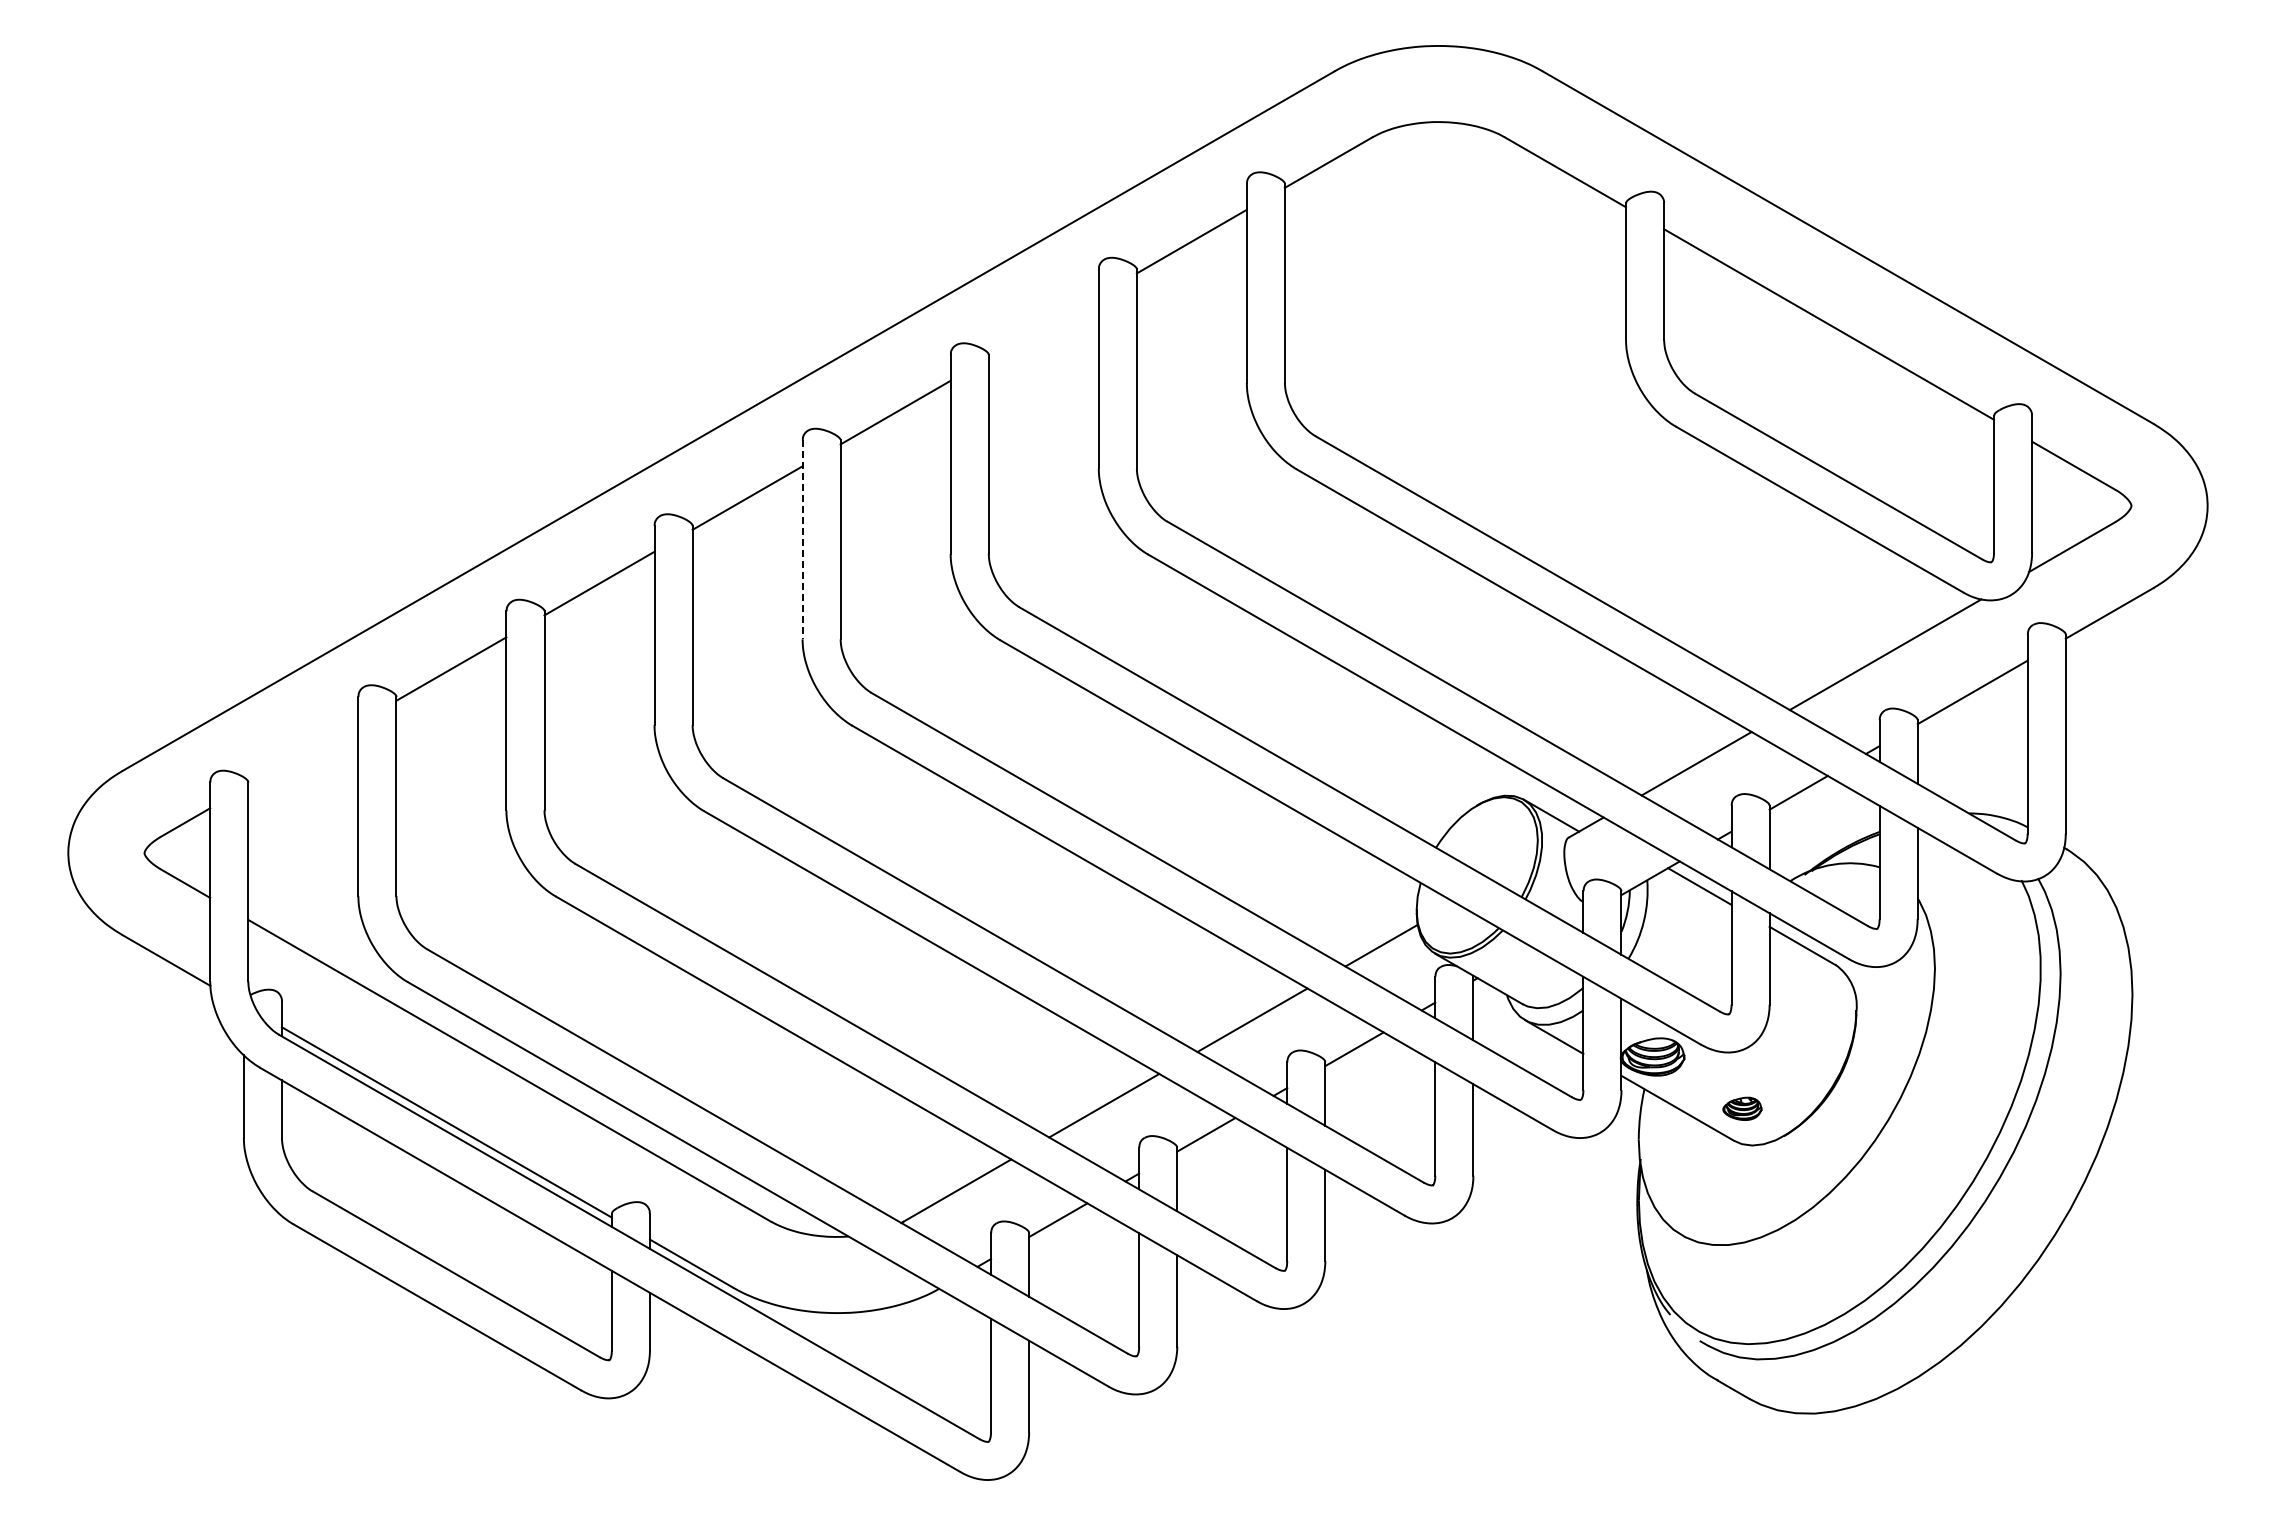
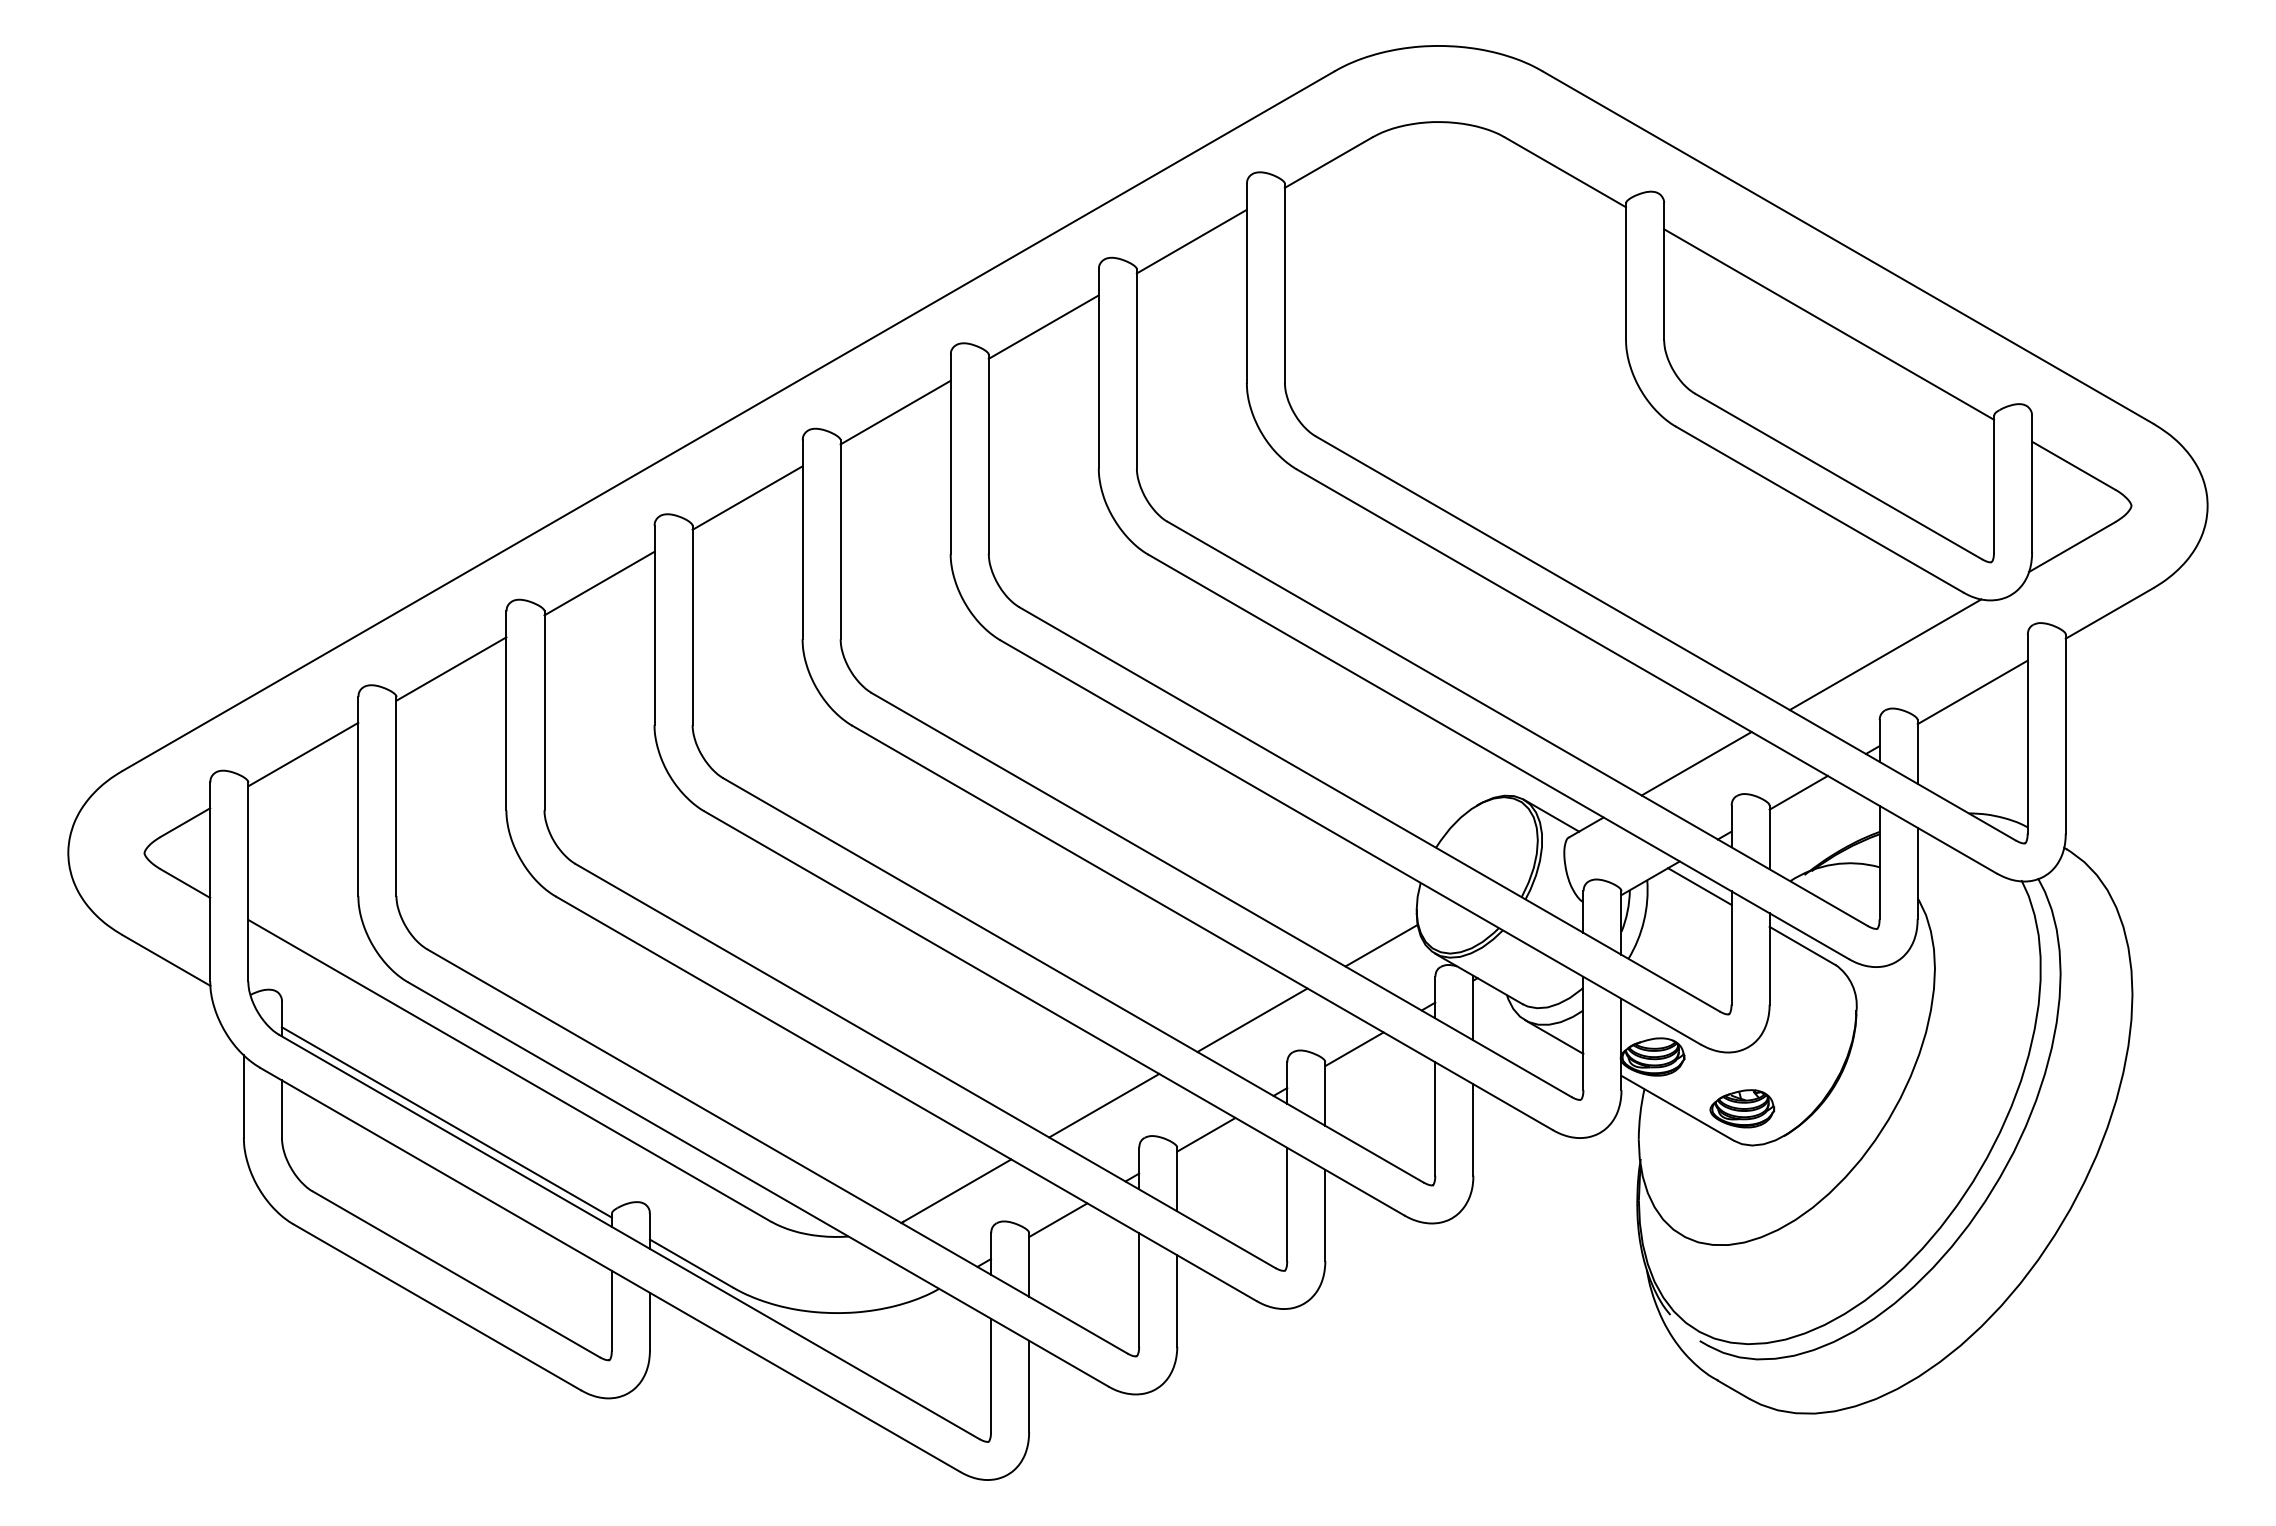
line at (1043, 326): none -> present
line at (802, 540): dashed -> solid
line at (303, 754): none -> present
part at (1742, 1108) size: 41x25 px -> 67x40 px
